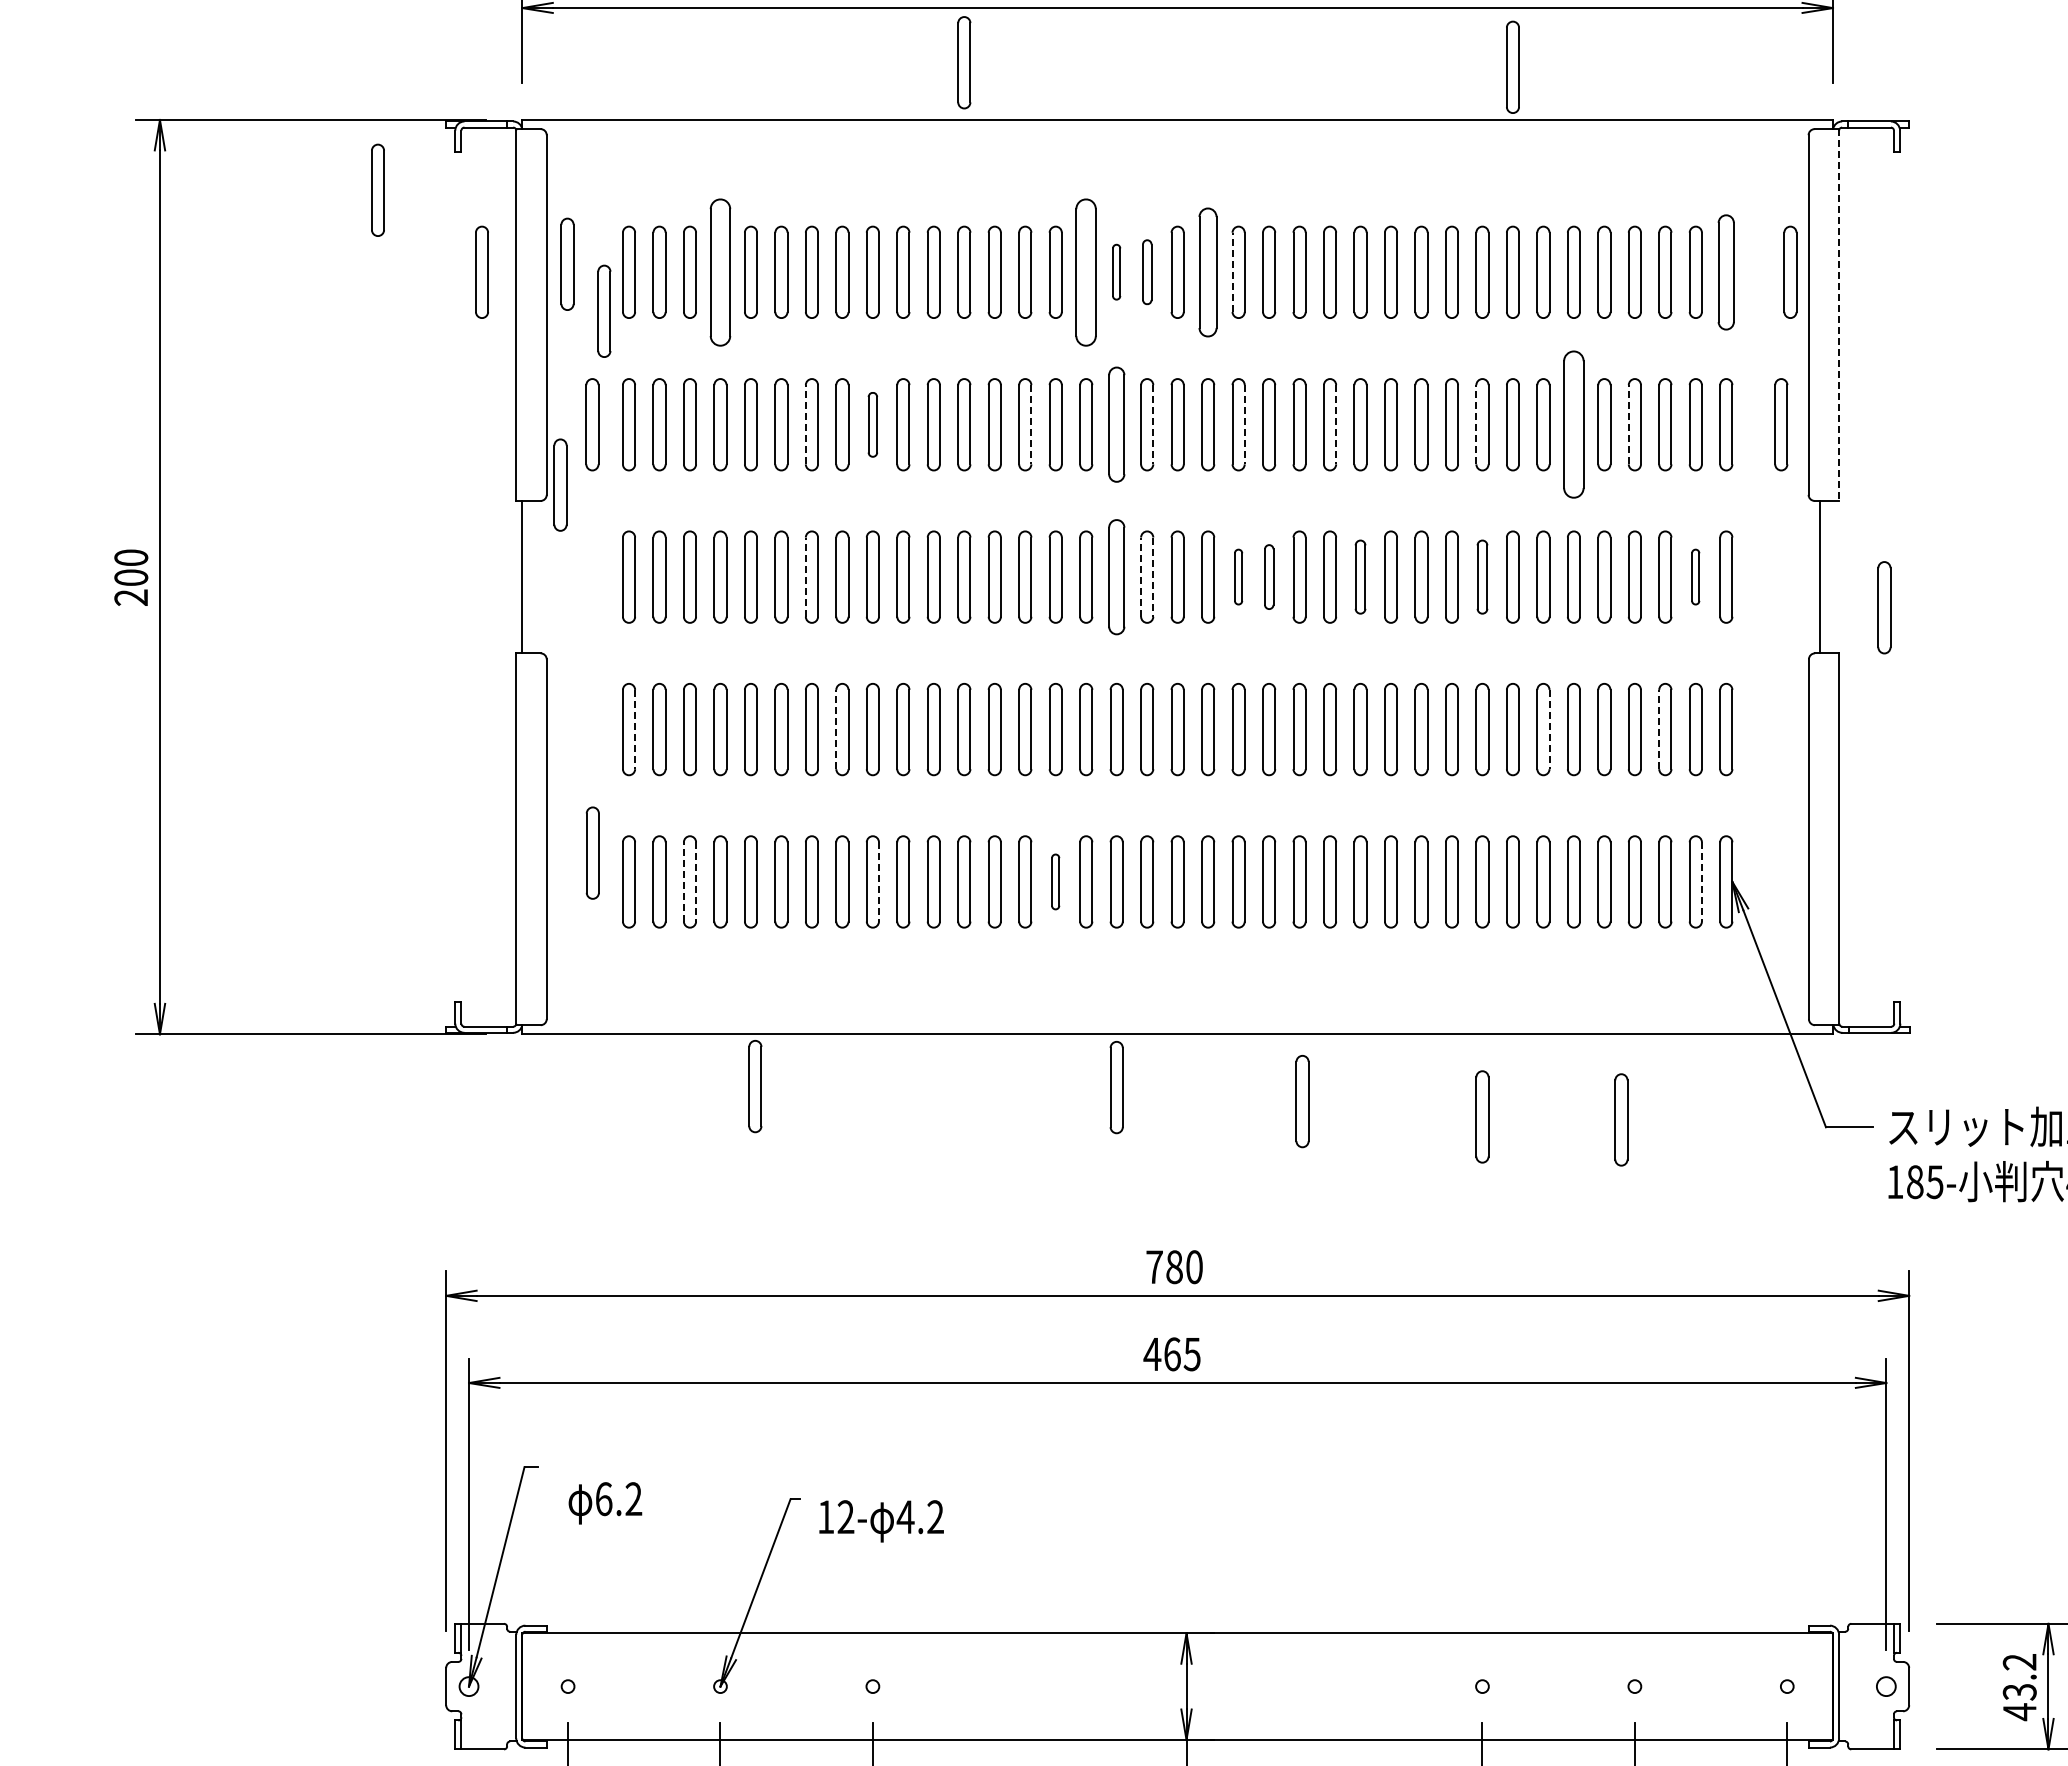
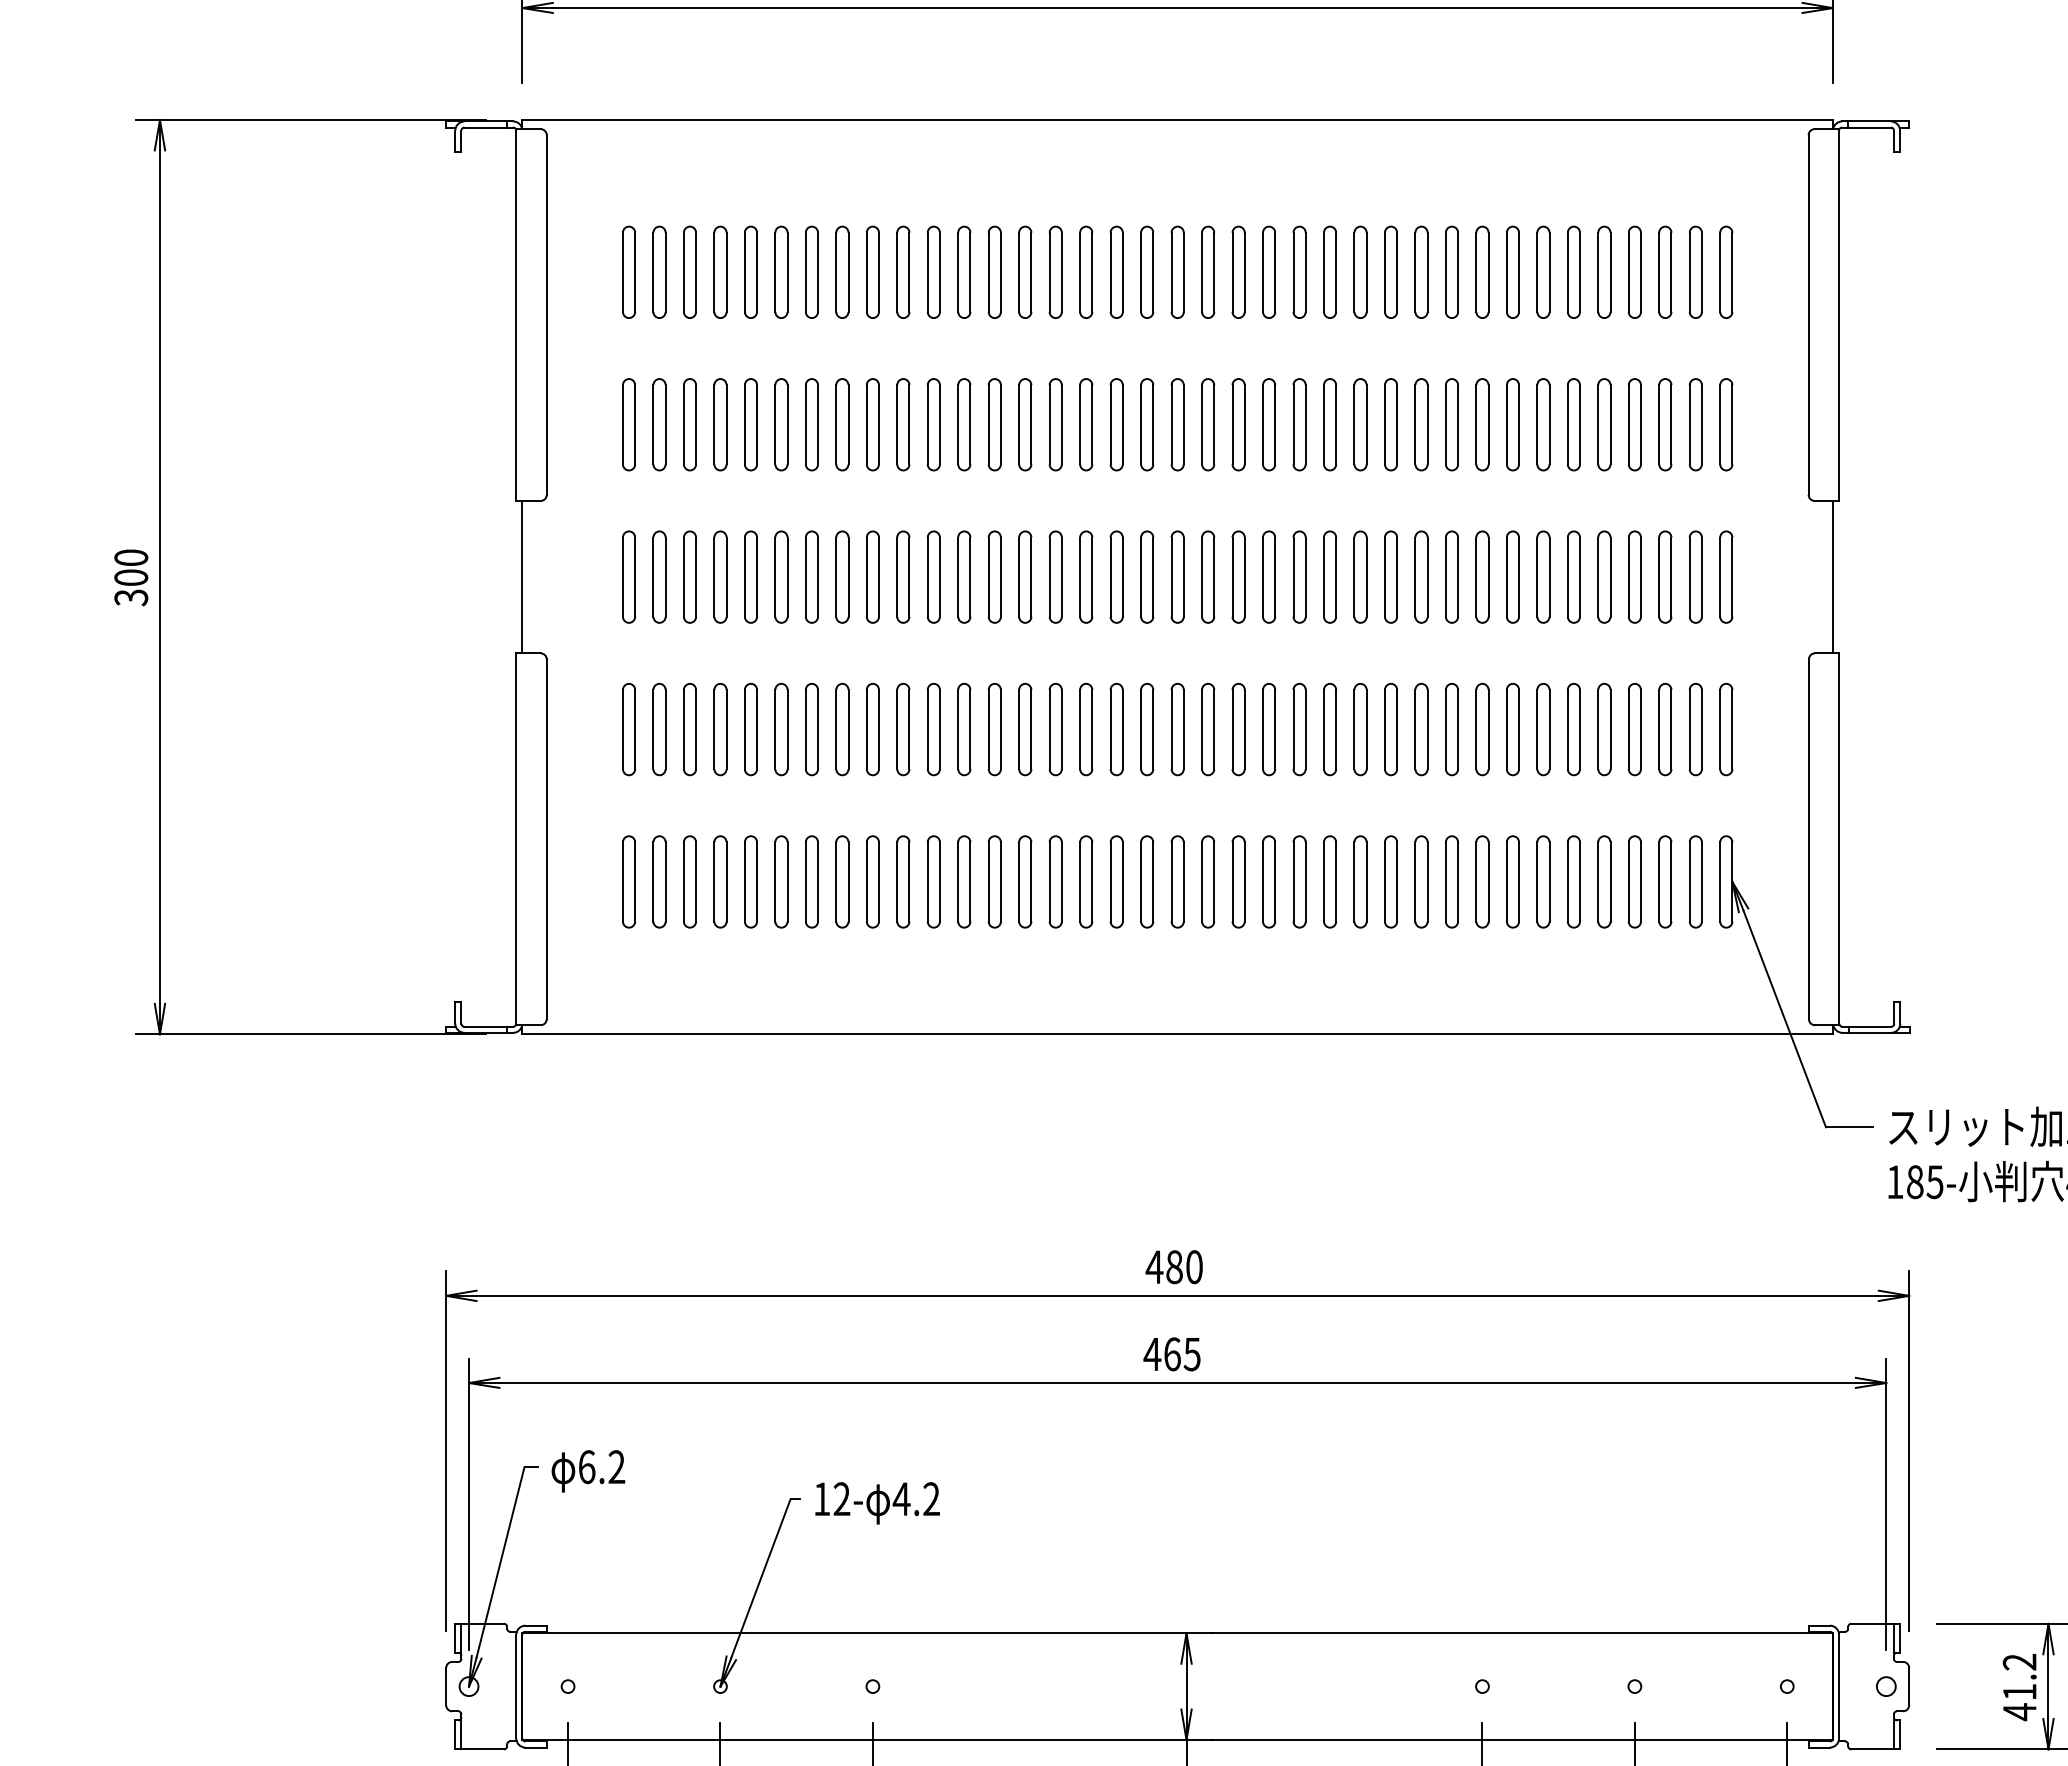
part at (964, 62): present -> none
part at (1512, 66): present -> none
part at (377, 189): present -> none
part at (567, 263): present -> none
part at (481, 271): present -> none
part at (1116, 271) size: 10x58 px -> 15x94 px
part at (1147, 271) size: 11x66 px -> 15x94 px
part at (1790, 271): present -> none
part at (720, 272) size: 23x149 px -> 15x94 px
part at (1085, 272) size: 22x149 px -> 15x94 px
part at (1207, 272) size: 20x131 px -> 15x94 px
line at (1232, 272): dashed -> solid
part at (1725, 272) size: 18x117 px -> 15x94 px
part at (604, 310): present -> none
line at (1839, 315): dashed -> solid
part at (592, 424): present -> none
line at (805, 424): dashed -> solid
part at (872, 424) size: 11x66 px -> 14x94 px
line at (1031, 424): dashed -> solid
part at (1116, 424) size: 18x117 px -> 15x94 px
line at (1153, 424): dashed -> solid
line at (1244, 424): dashed -> solid
line at (1336, 424): dashed -> solid
line at (1476, 424): dashed -> solid
part at (1573, 424) size: 22x149 px -> 14x94 px
line at (1628, 424): dashed -> solid
part at (1781, 424): present -> none
part at (560, 484): present -> none
part at (1238, 576) size: 10x58 px -> 15x94 px
part at (1269, 576) size: 11x66 px -> 15x94 px
part at (1360, 576) size: 13x76 px -> 15x94 px
part at (1482, 576) size: 13x76 px -> 15x94 px
part at (1695, 576) size: 10x58 px -> 15x94 px
line at (1819, 576) position: (1819, 576) -> (1832, 576)
line at (805, 577): dashed -> solid
part at (1116, 577) size: 18x117 px -> 15x94 px
line at (1141, 577): dashed -> solid
line at (1153, 577): dashed -> solid
text at (131, 597): 200 -> 300
part at (1884, 607): present -> none
line at (635, 729): dashed -> solid
line at (836, 729): dashed -> solid
line at (1549, 729): dashed -> solid
line at (1659, 729): dashed -> solid
part at (592, 852): present -> none
line at (683, 881): dashed -> solid
line at (696, 881): dashed -> solid
line at (878, 881): dashed -> solid
part at (1055, 881) size: 10x58 px -> 15x94 px
line at (1701, 881): dashed -> solid
part at (755, 1086): present -> none
part at (1116, 1087): present -> none
part at (1302, 1101): present -> none
part at (1482, 1116): present -> none
part at (1621, 1119): present -> none
text at (1154, 1266): 780 -> 480
text at (605, 1503) position: (605, 1503) -> (588, 1471)
text at (881, 1521) position: (881, 1521) -> (877, 1503)
text at (2019, 1692): 43.2 -> 41.2
